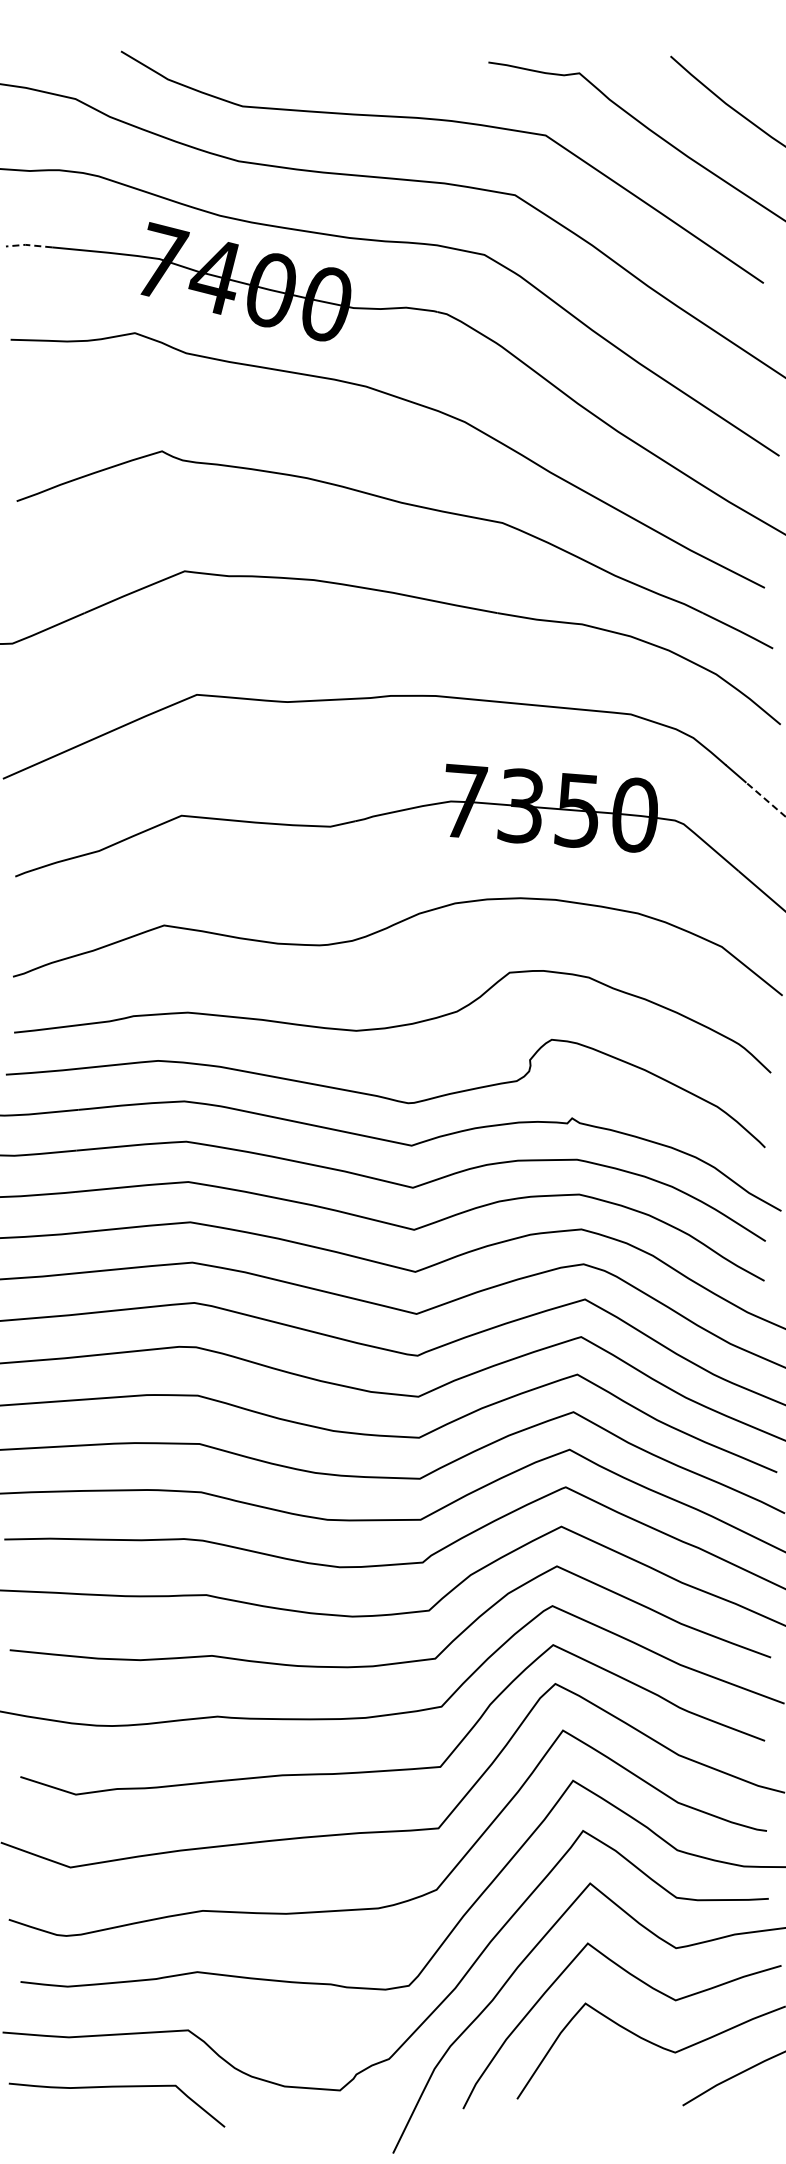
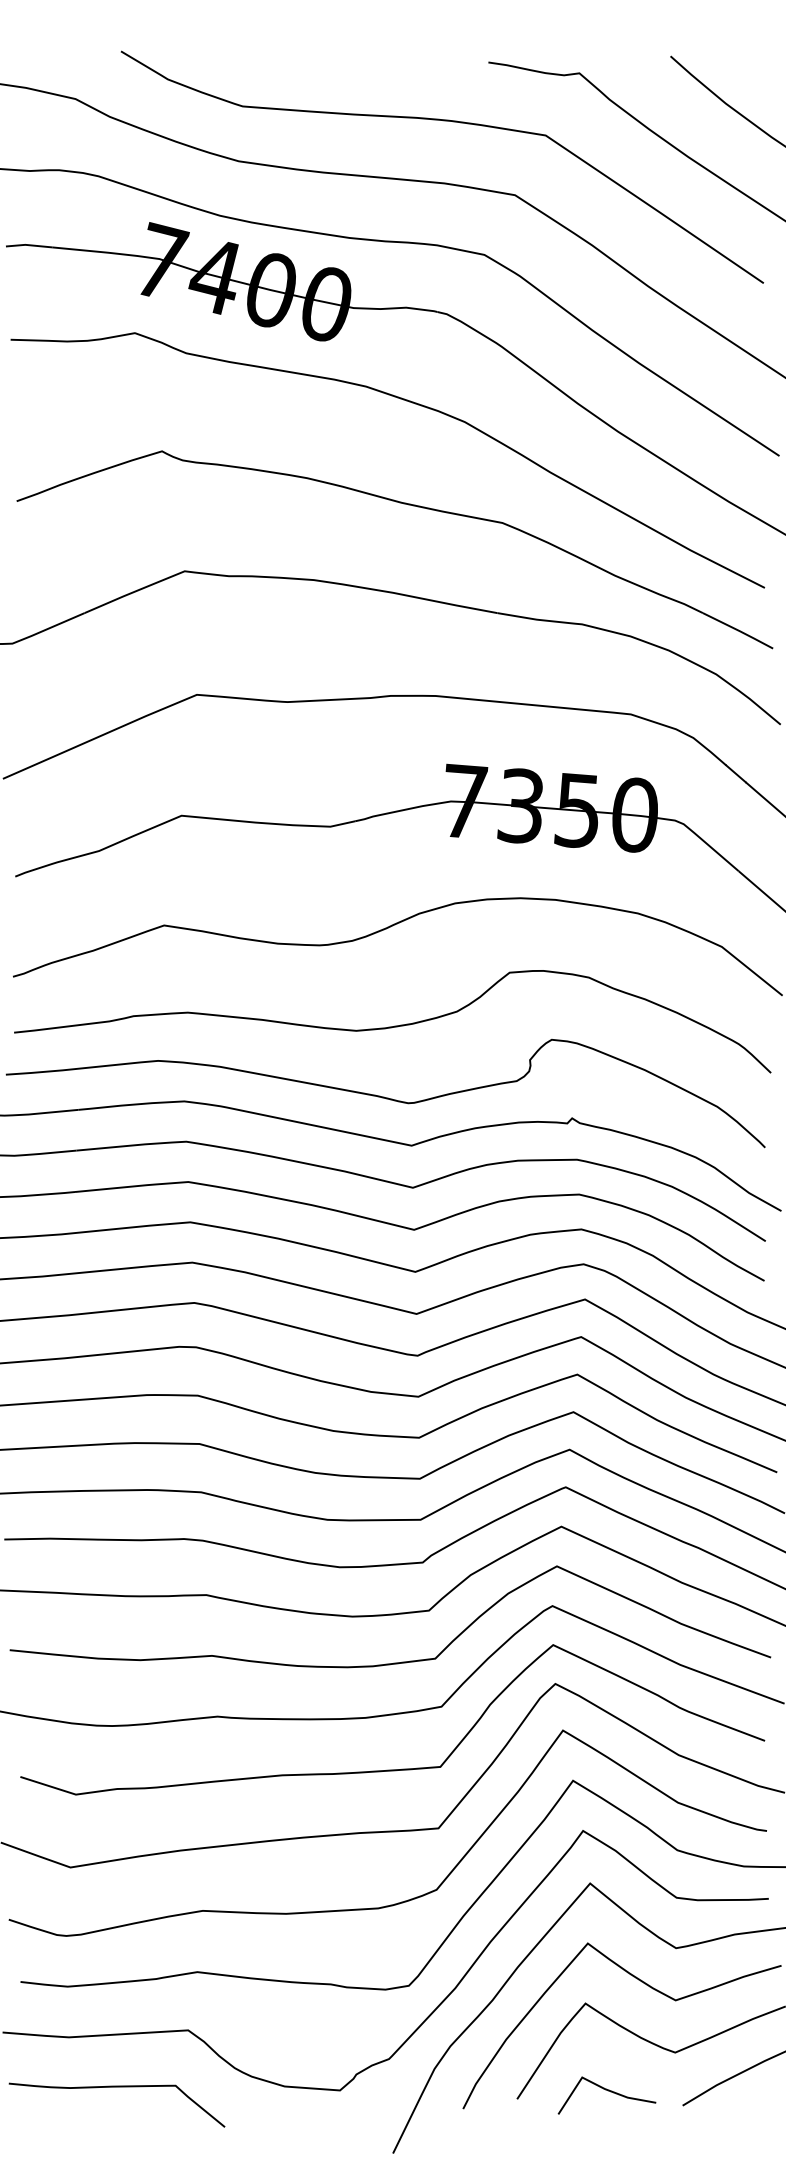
line at (28, 245): dashed -> solid
line at (765, 799): dashed -> solid
line at (608, 2091): none -> present
